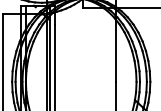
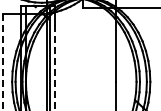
line at (3, 62): solid -> dashed
line at (54, 67): solid -> dashed
